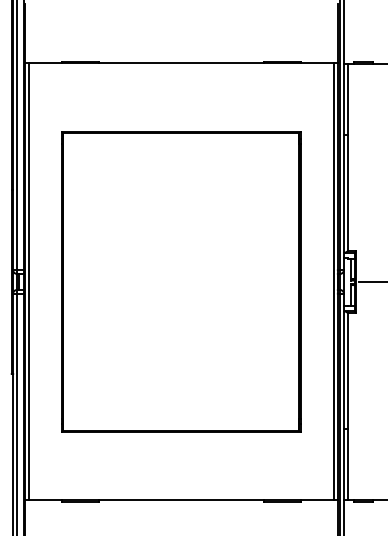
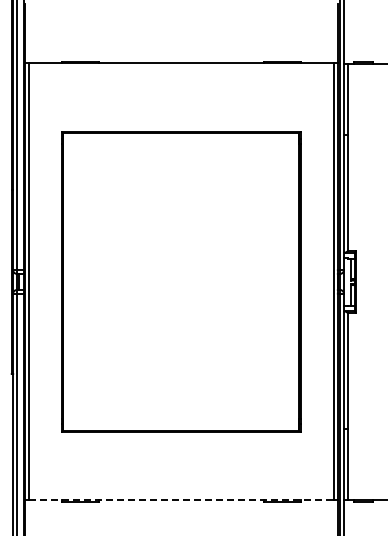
line at (371, 282): present -> none
line at (181, 500): solid -> dashed
